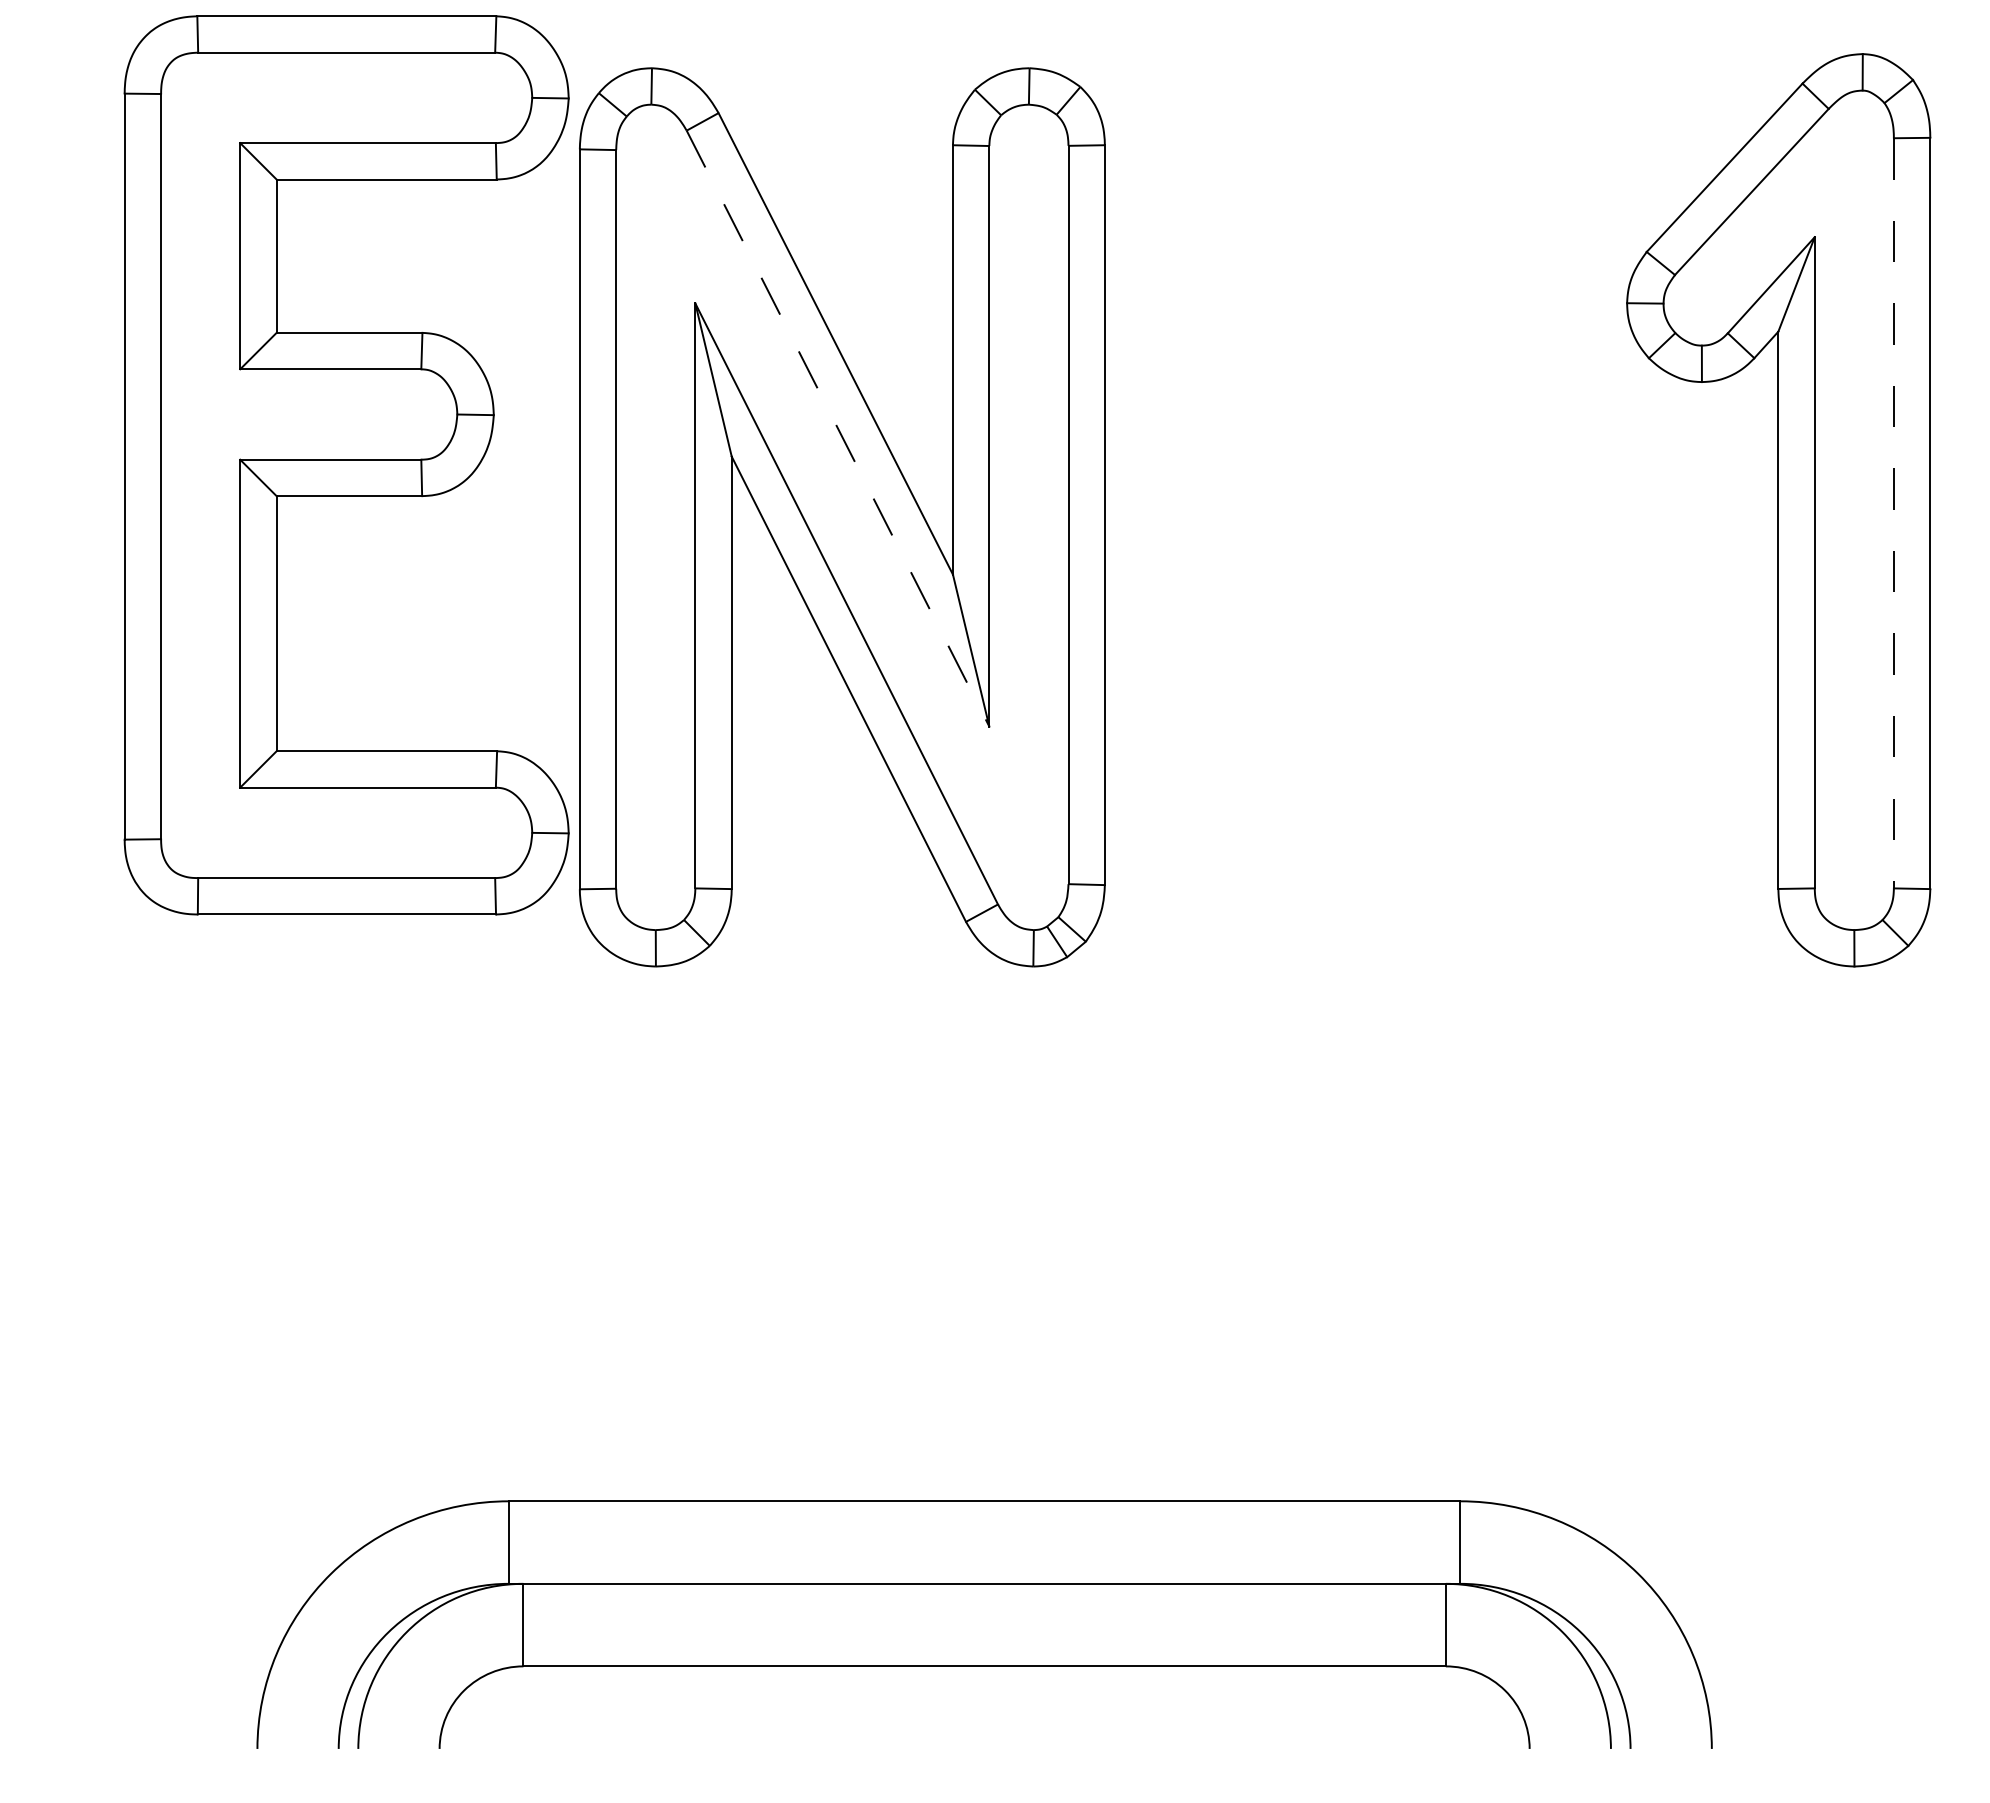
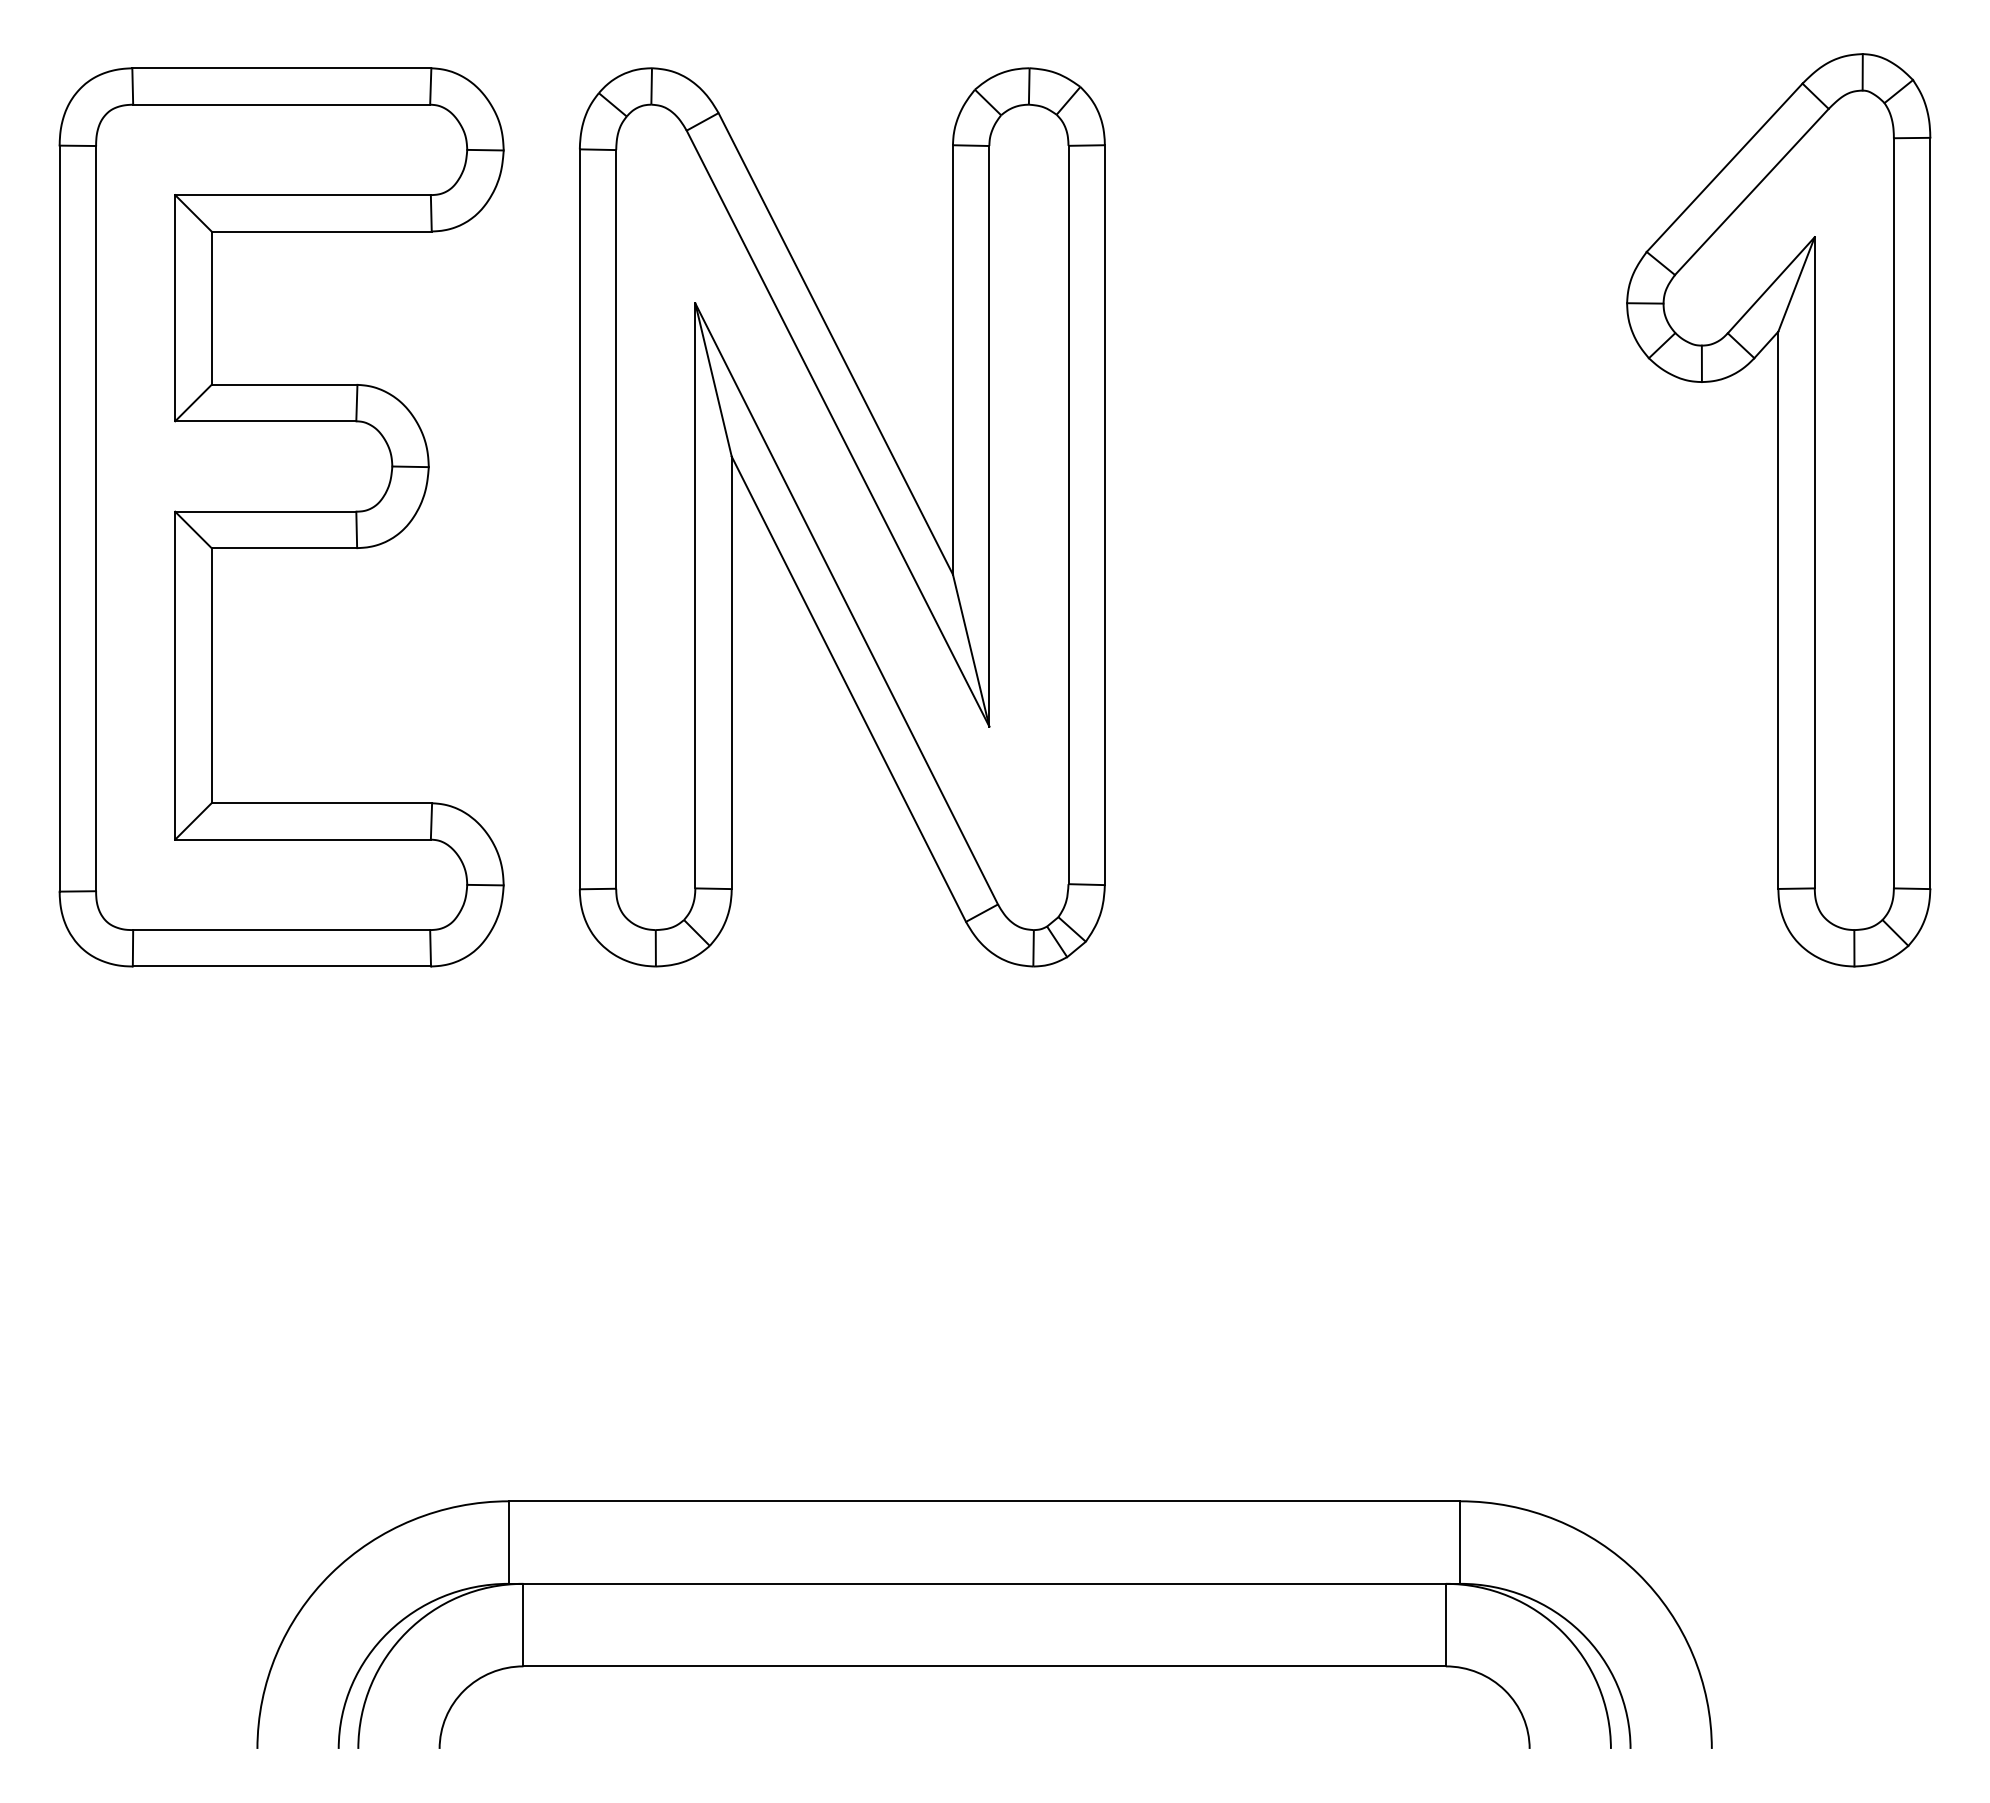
line at (838, 429): dashed -> solid
part at (346, 465) position: (346, 465) -> (281, 517)
line at (1893, 513): dashed -> solid
